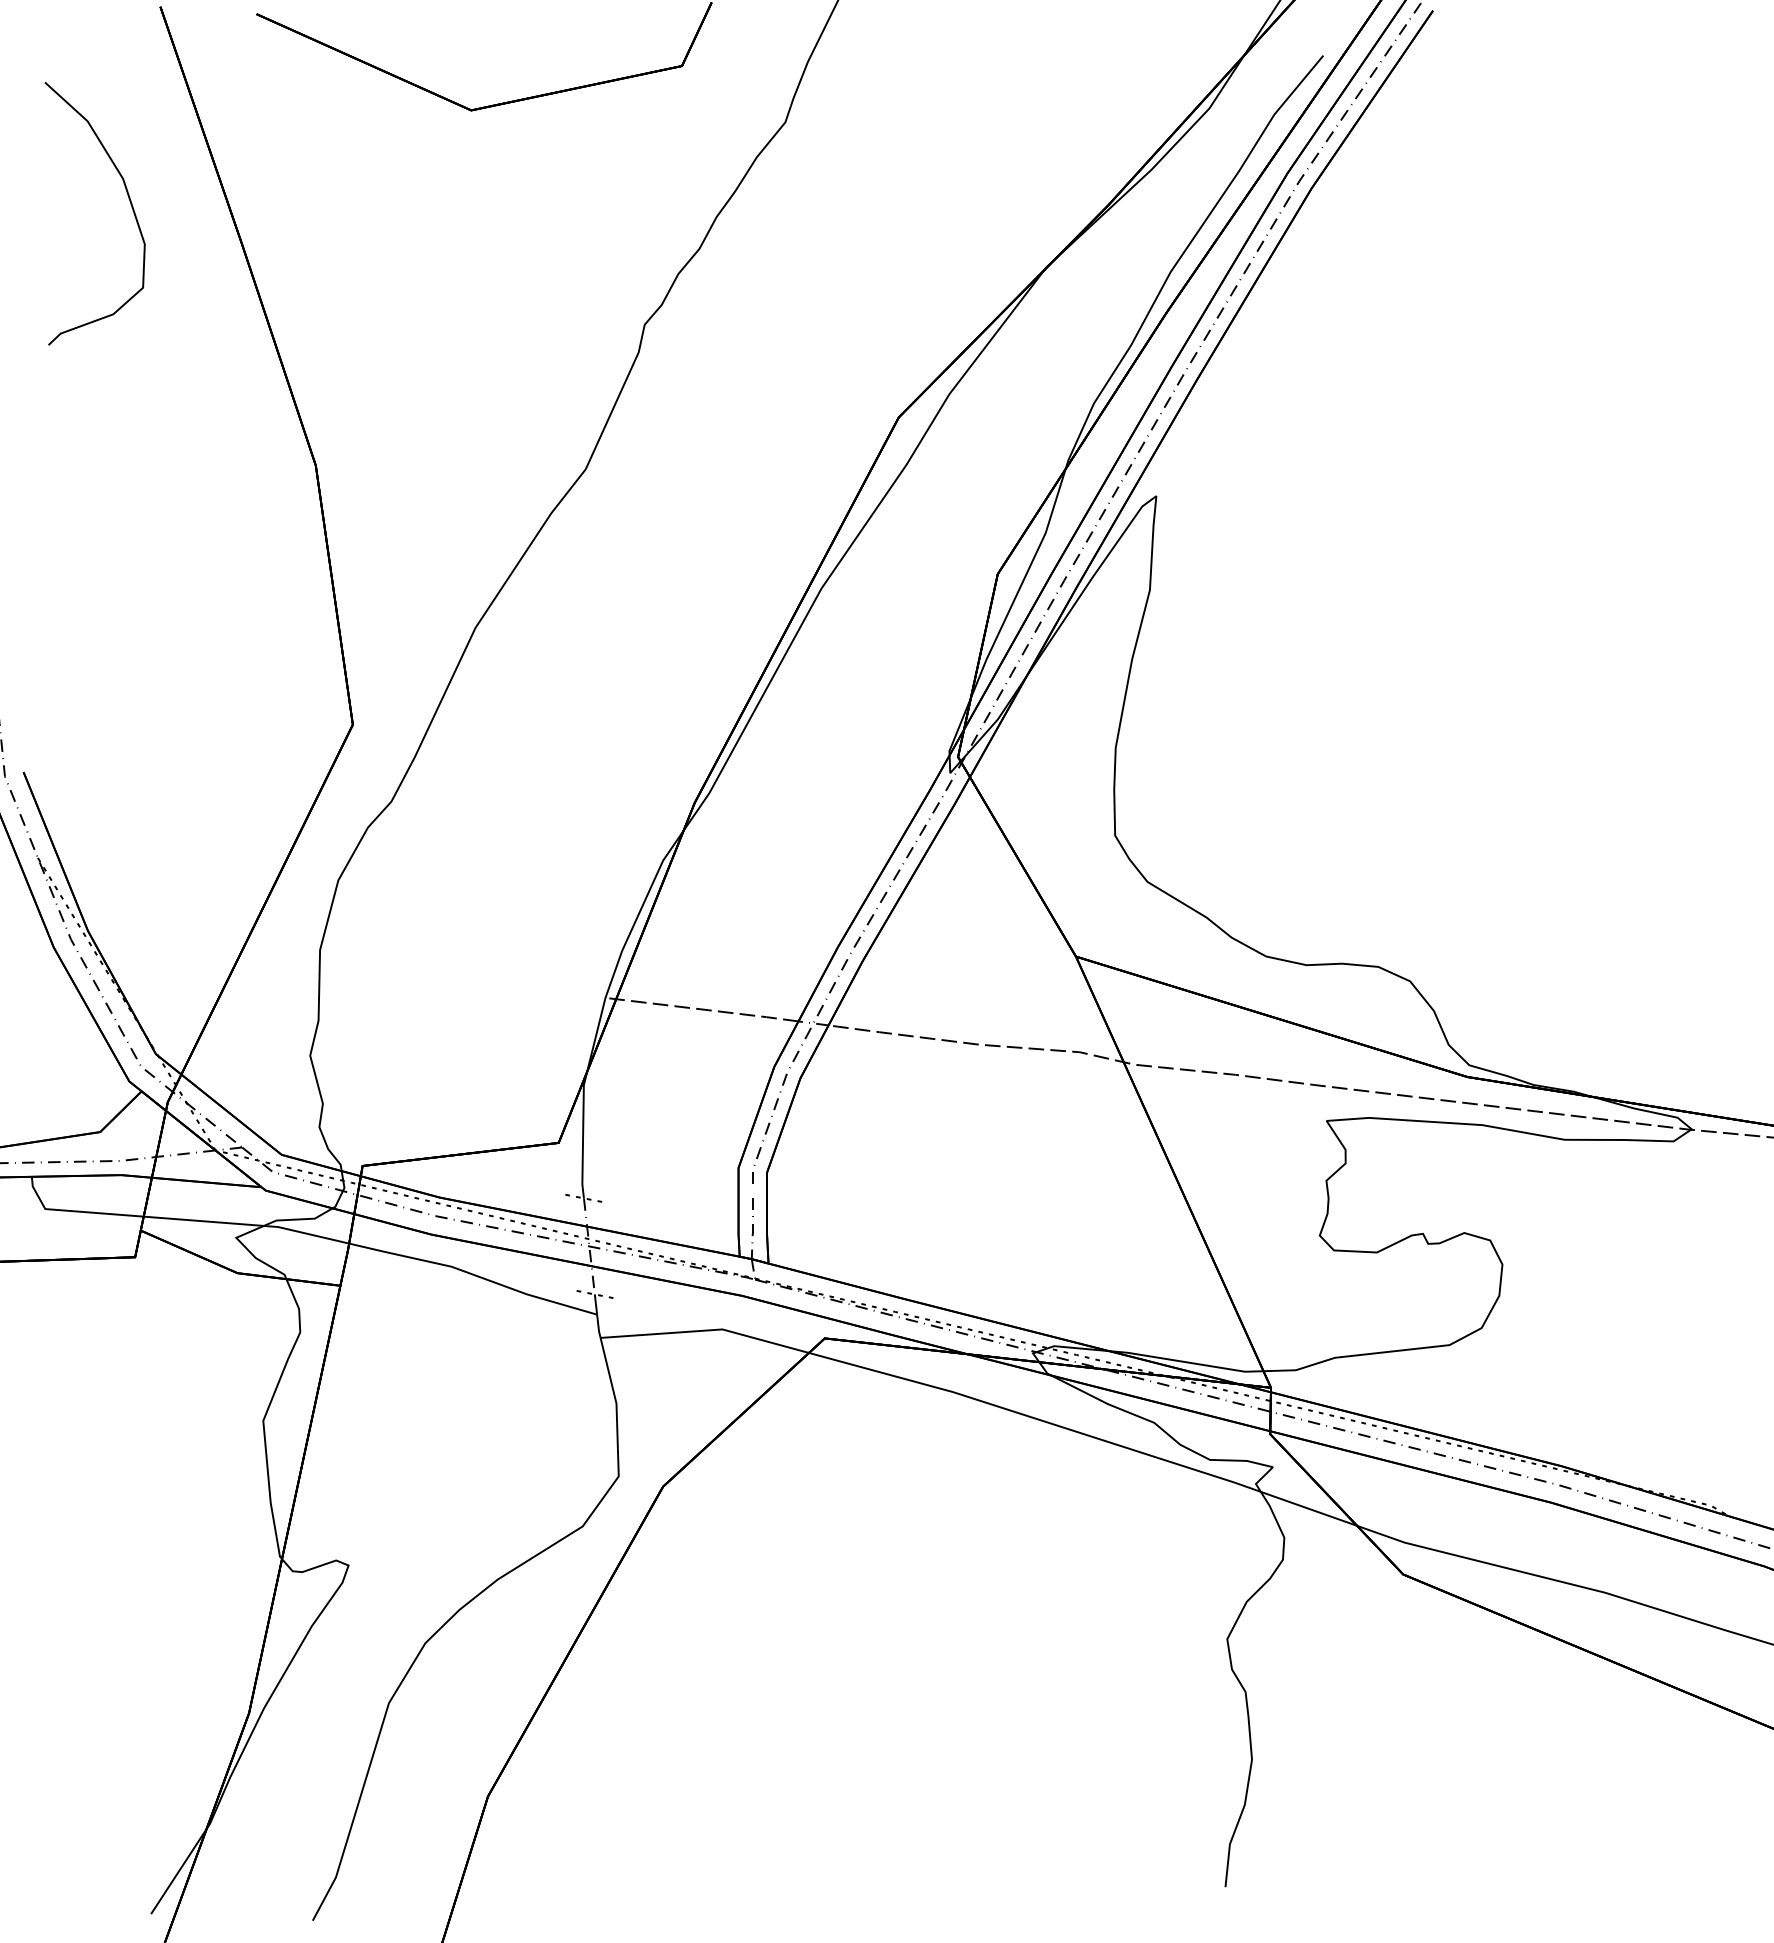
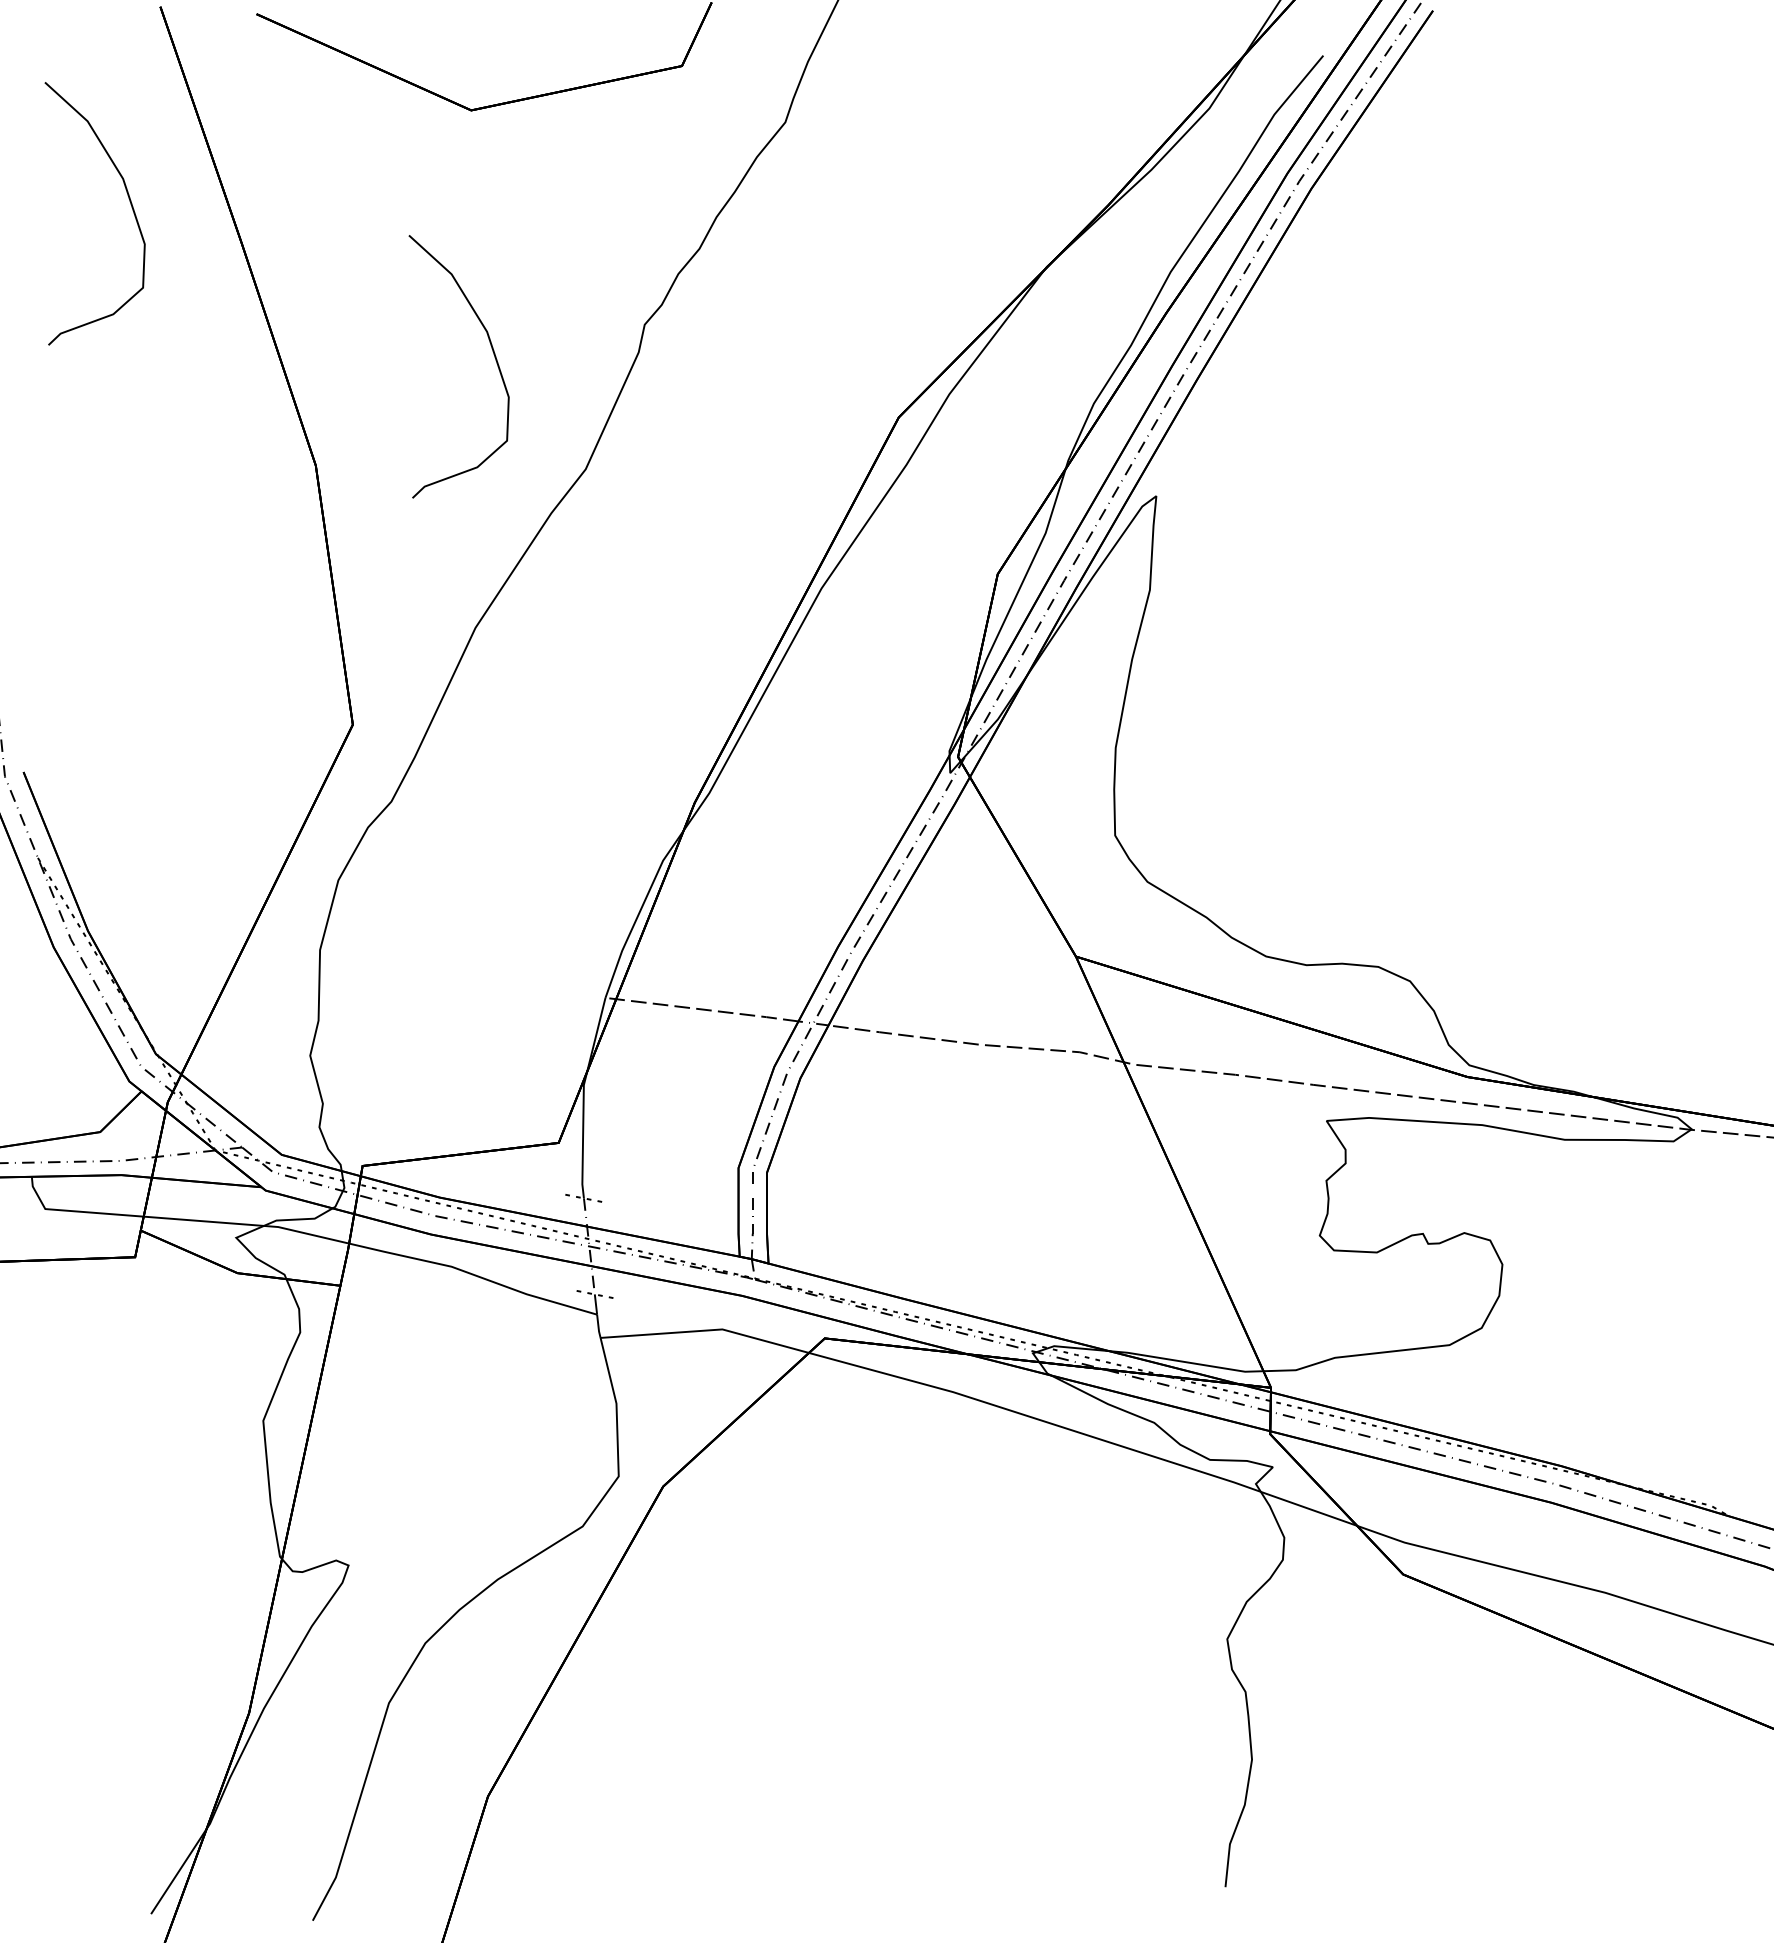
curve at (493, 354): none -> present
